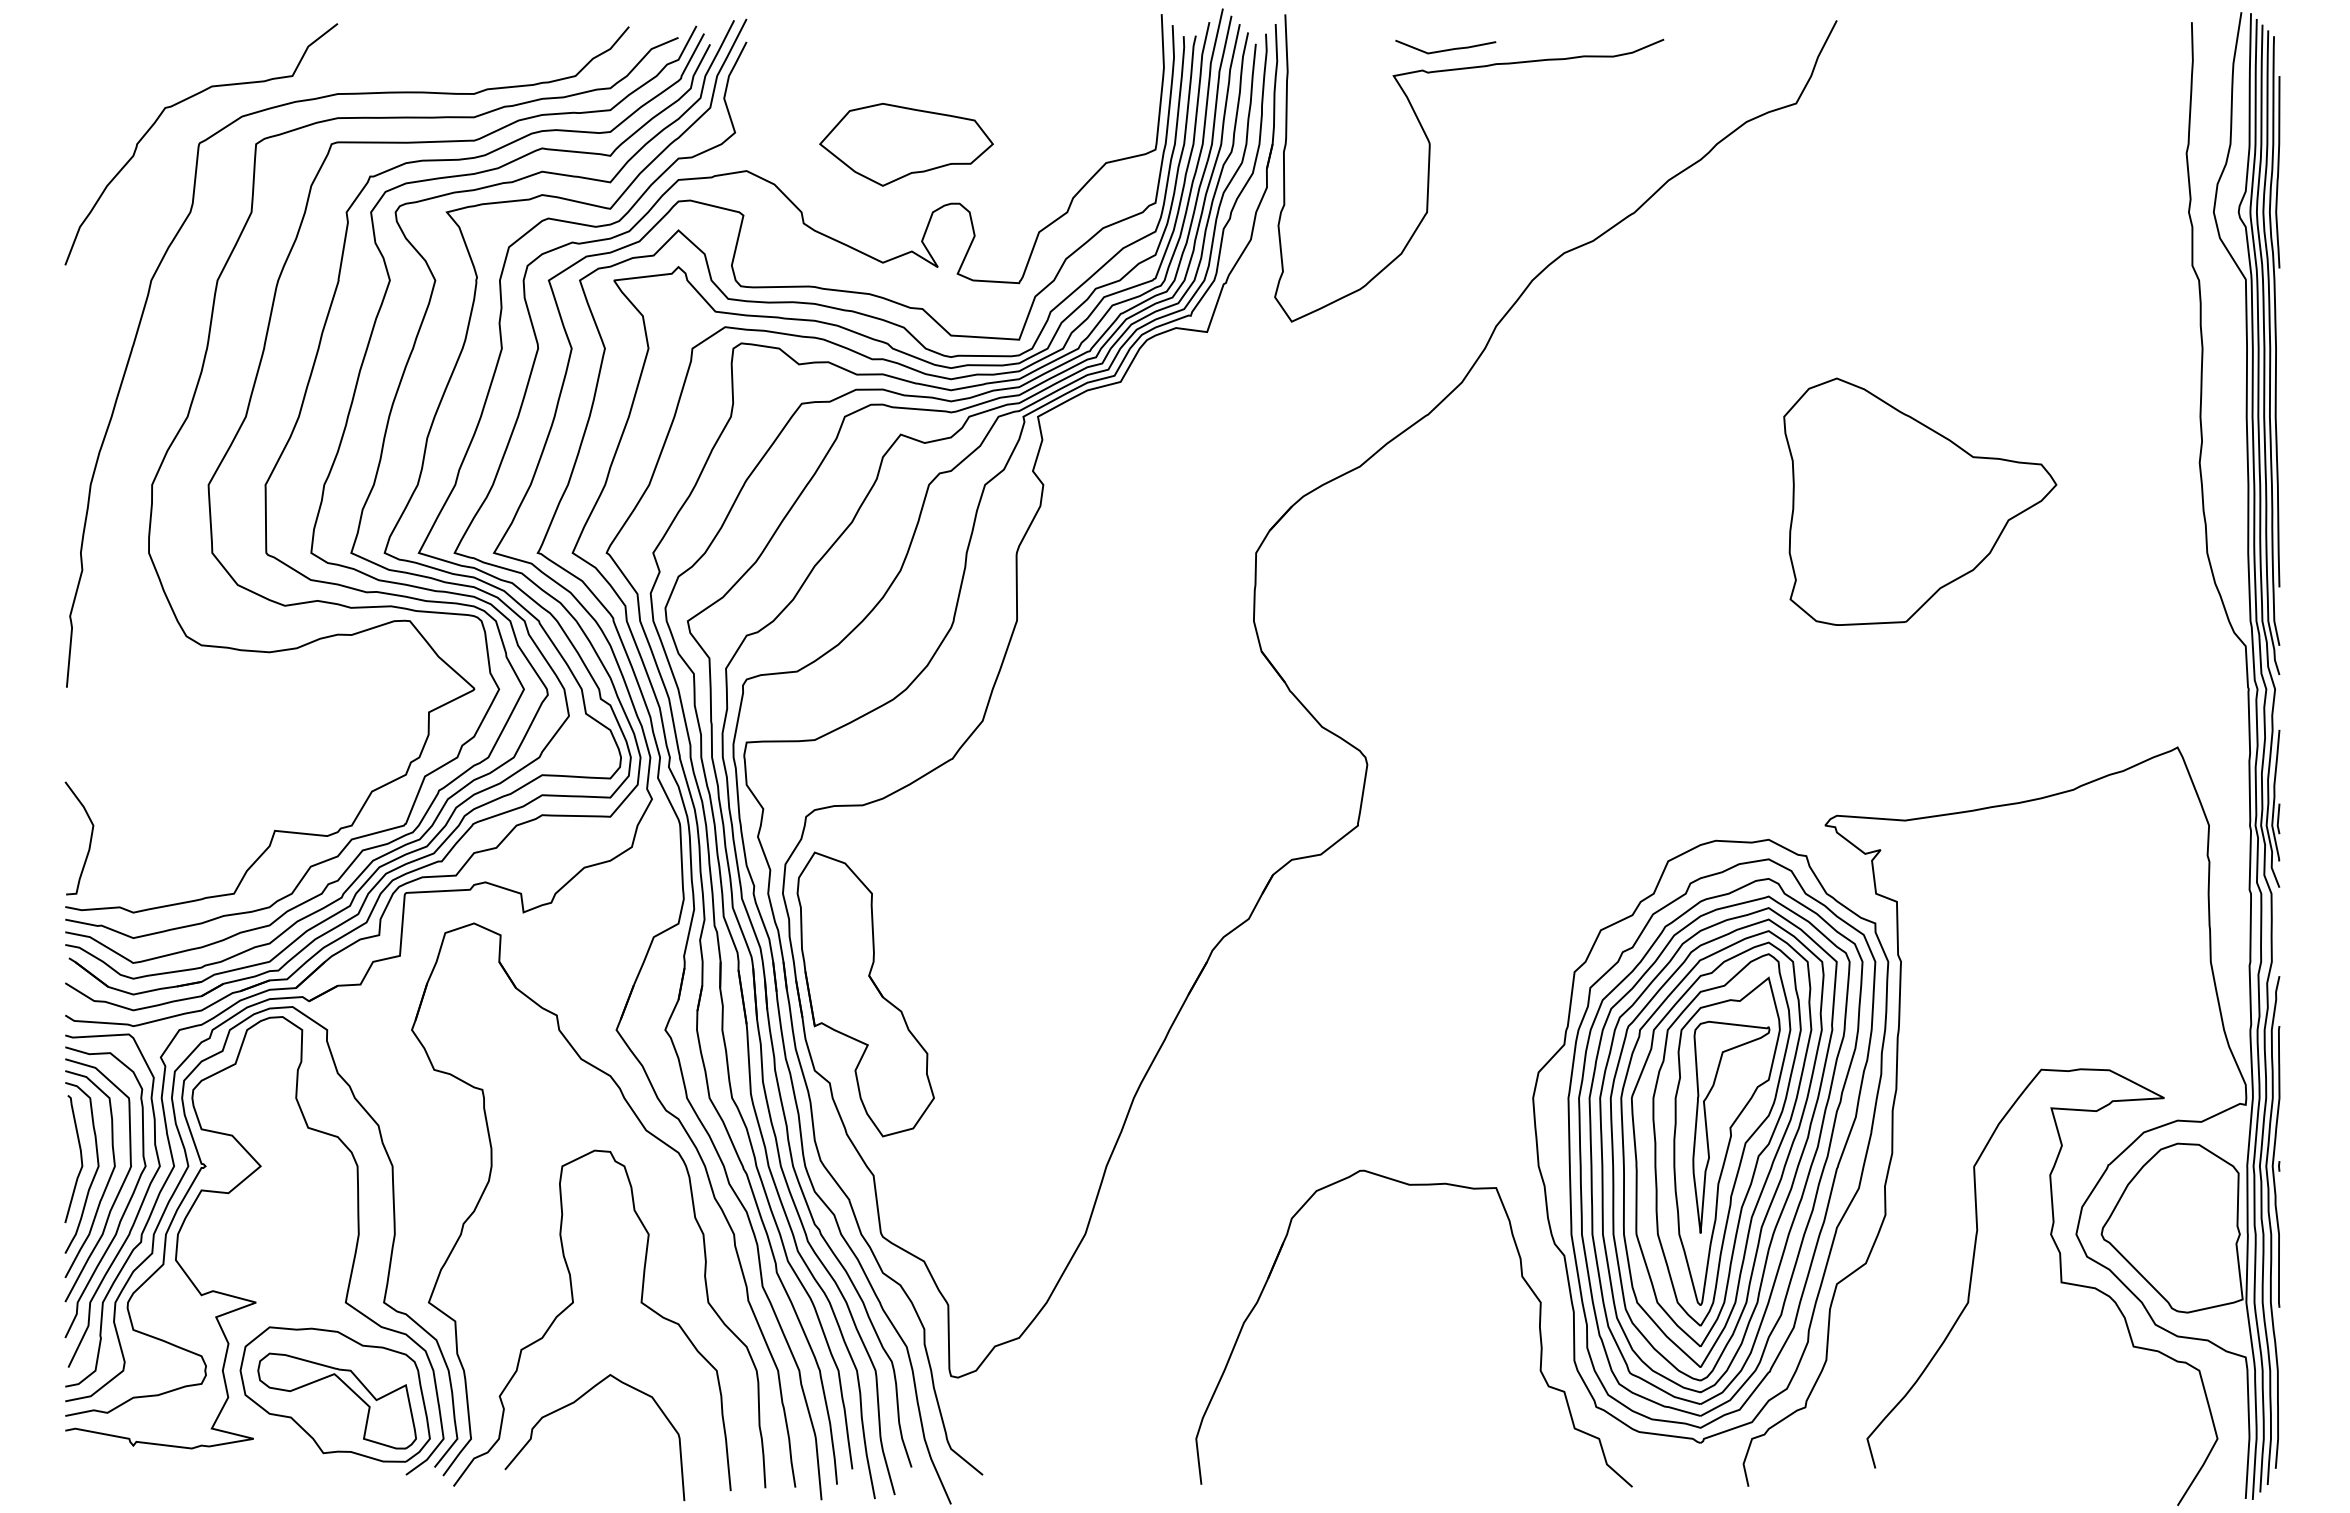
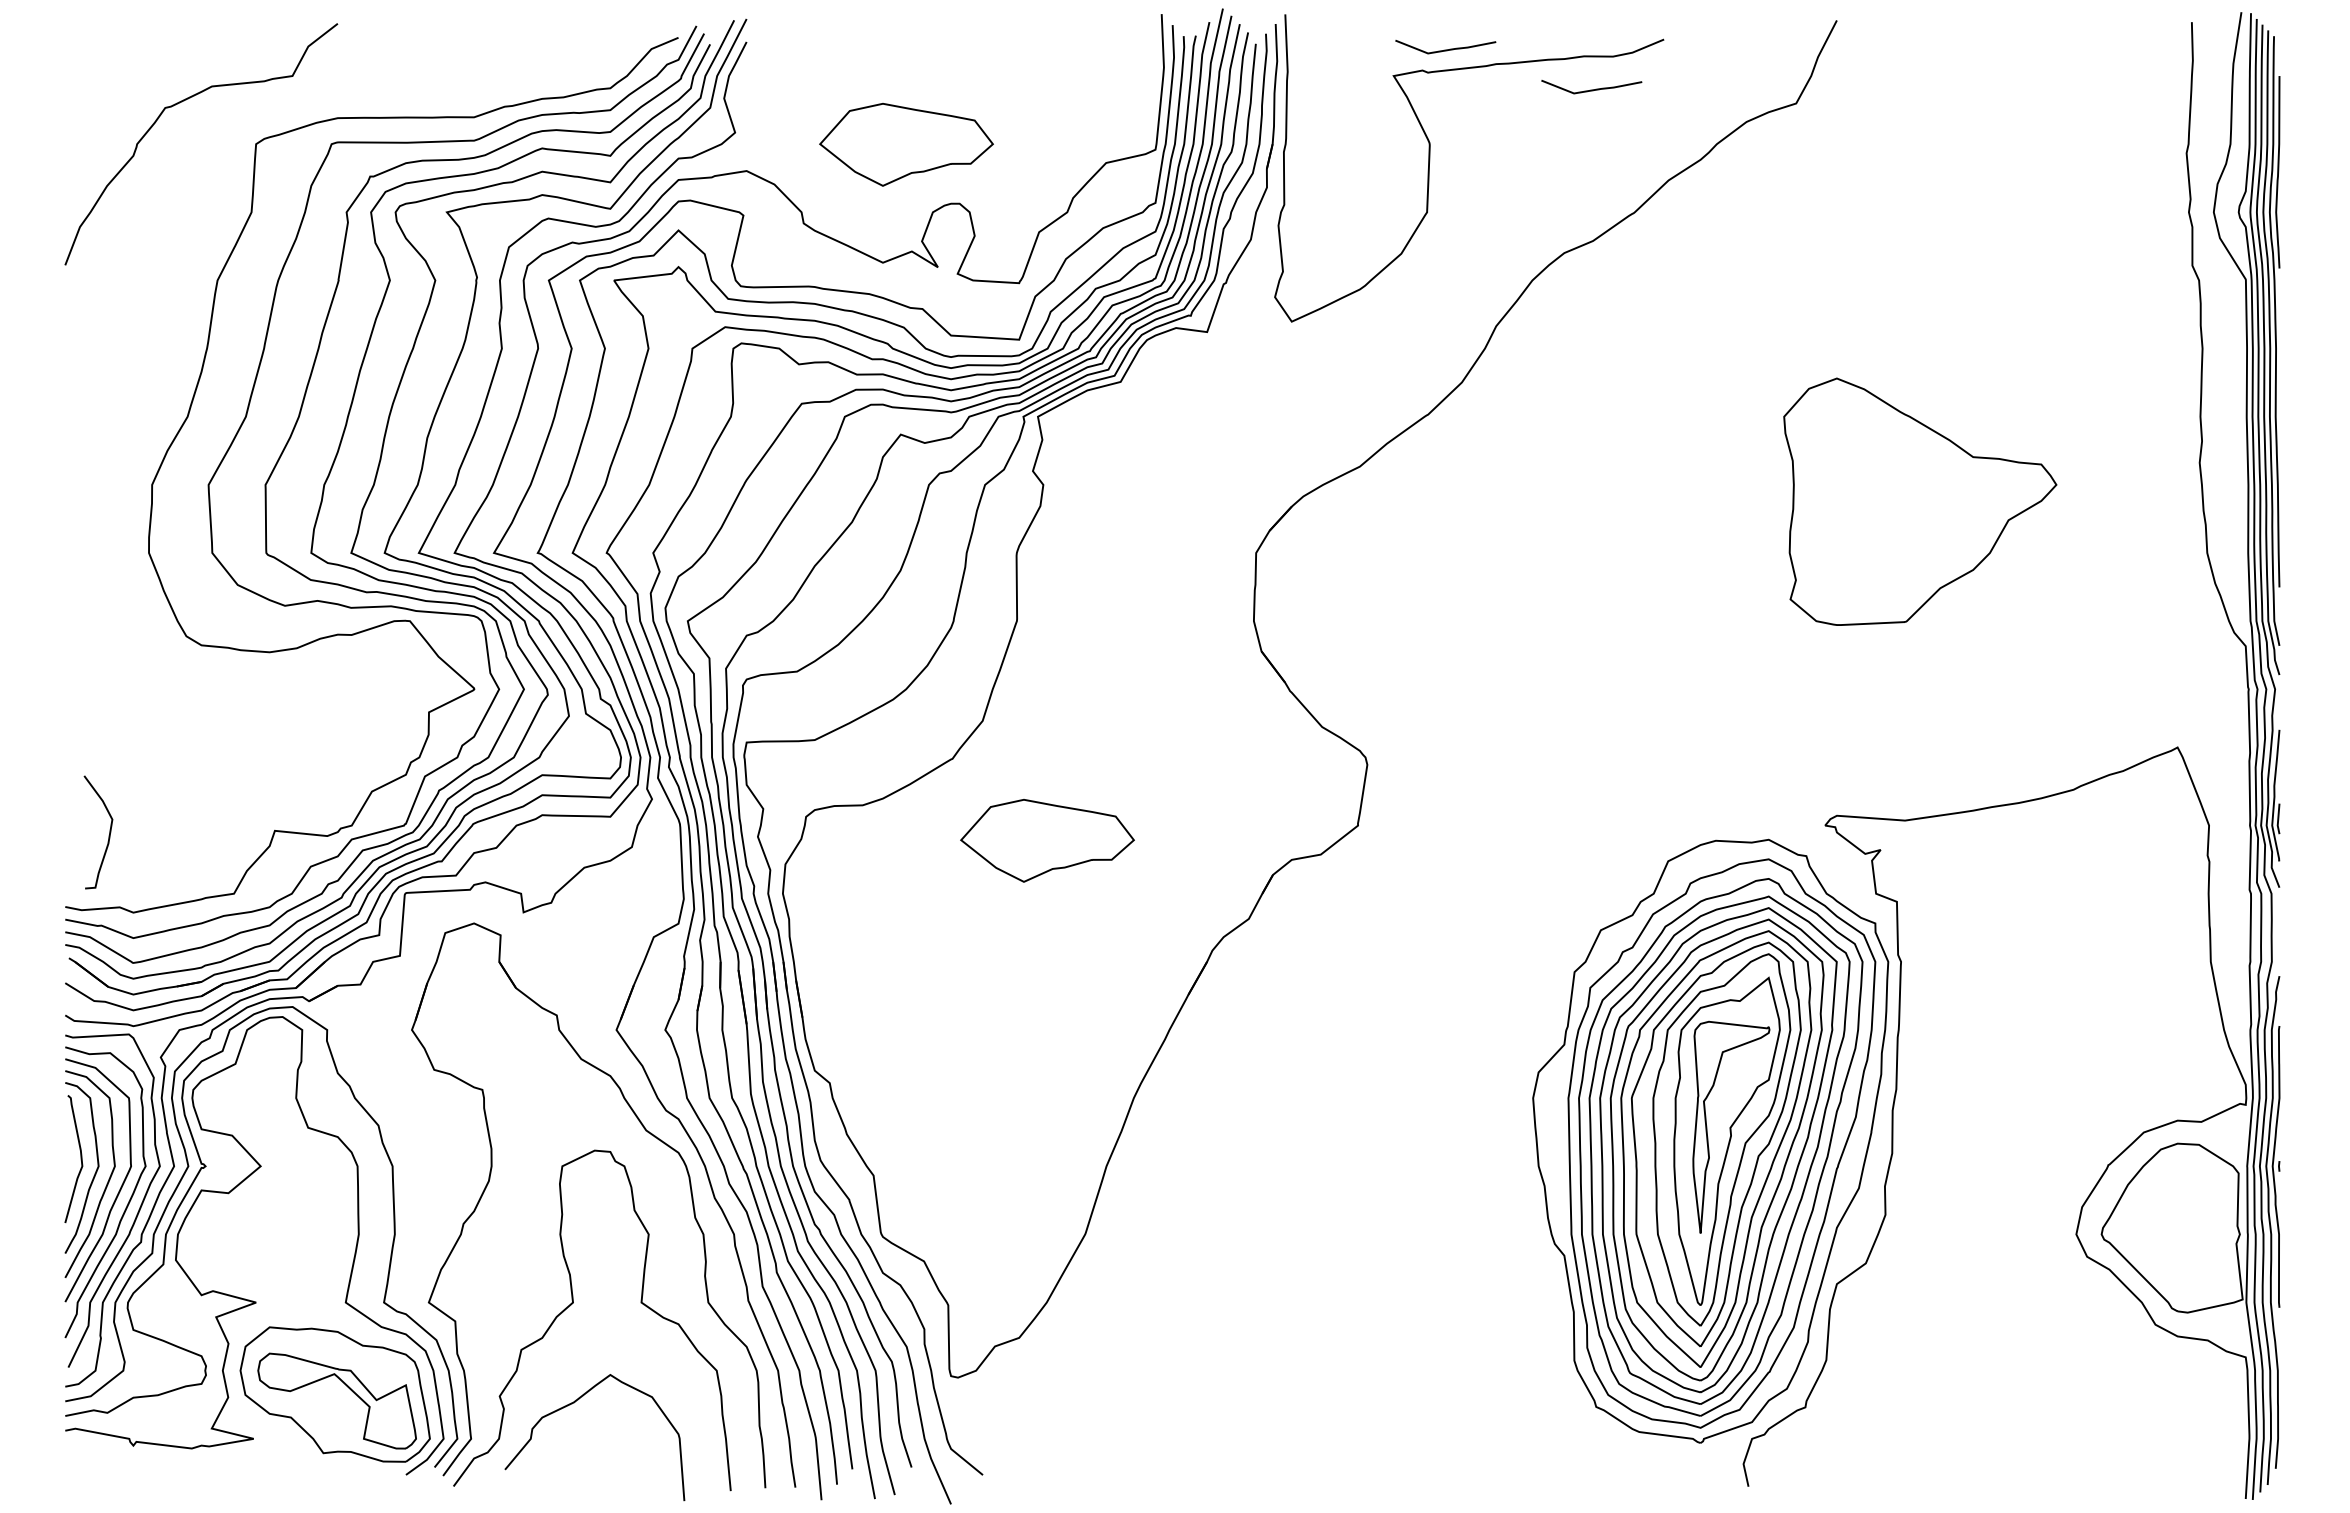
line at (1591, 89): none -> present
curve at (147, 301): present -> none
part at (1047, 840): none -> present
curve at (89, 841) position: (89, 841) -> (108, 835)
part at (865, 994): present -> none
part at (1521, 1277): present -> none
curve at (2060, 1282): present -> none
